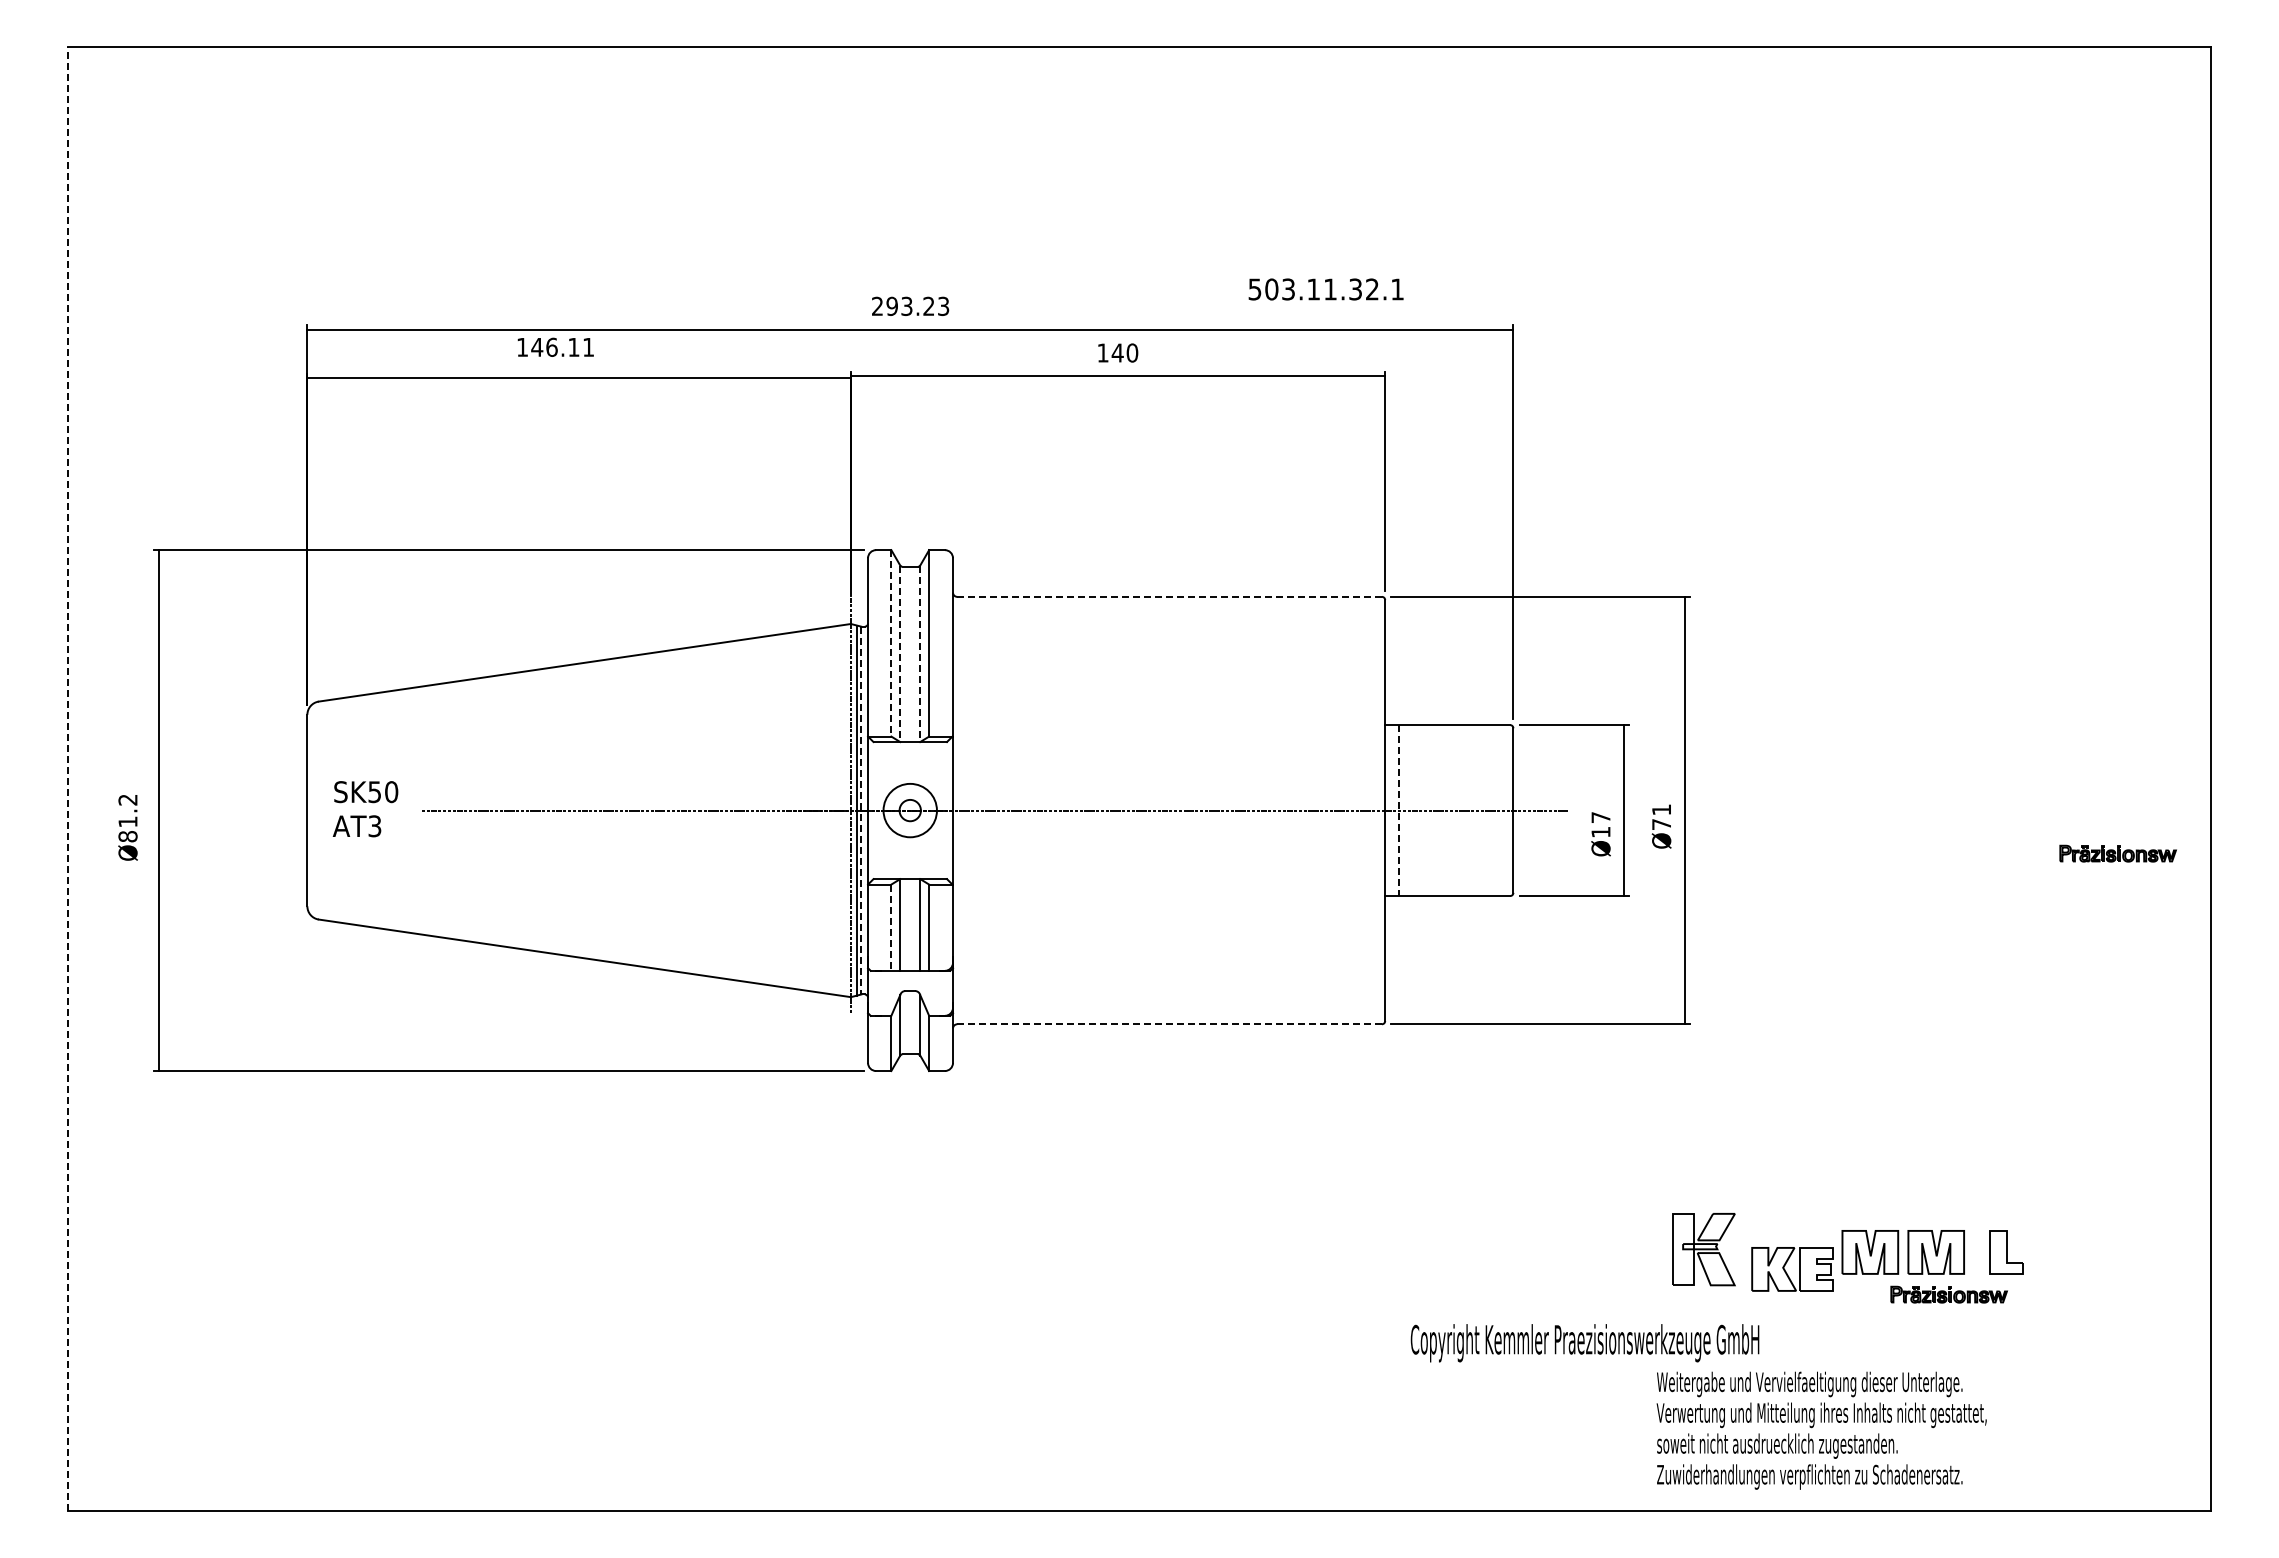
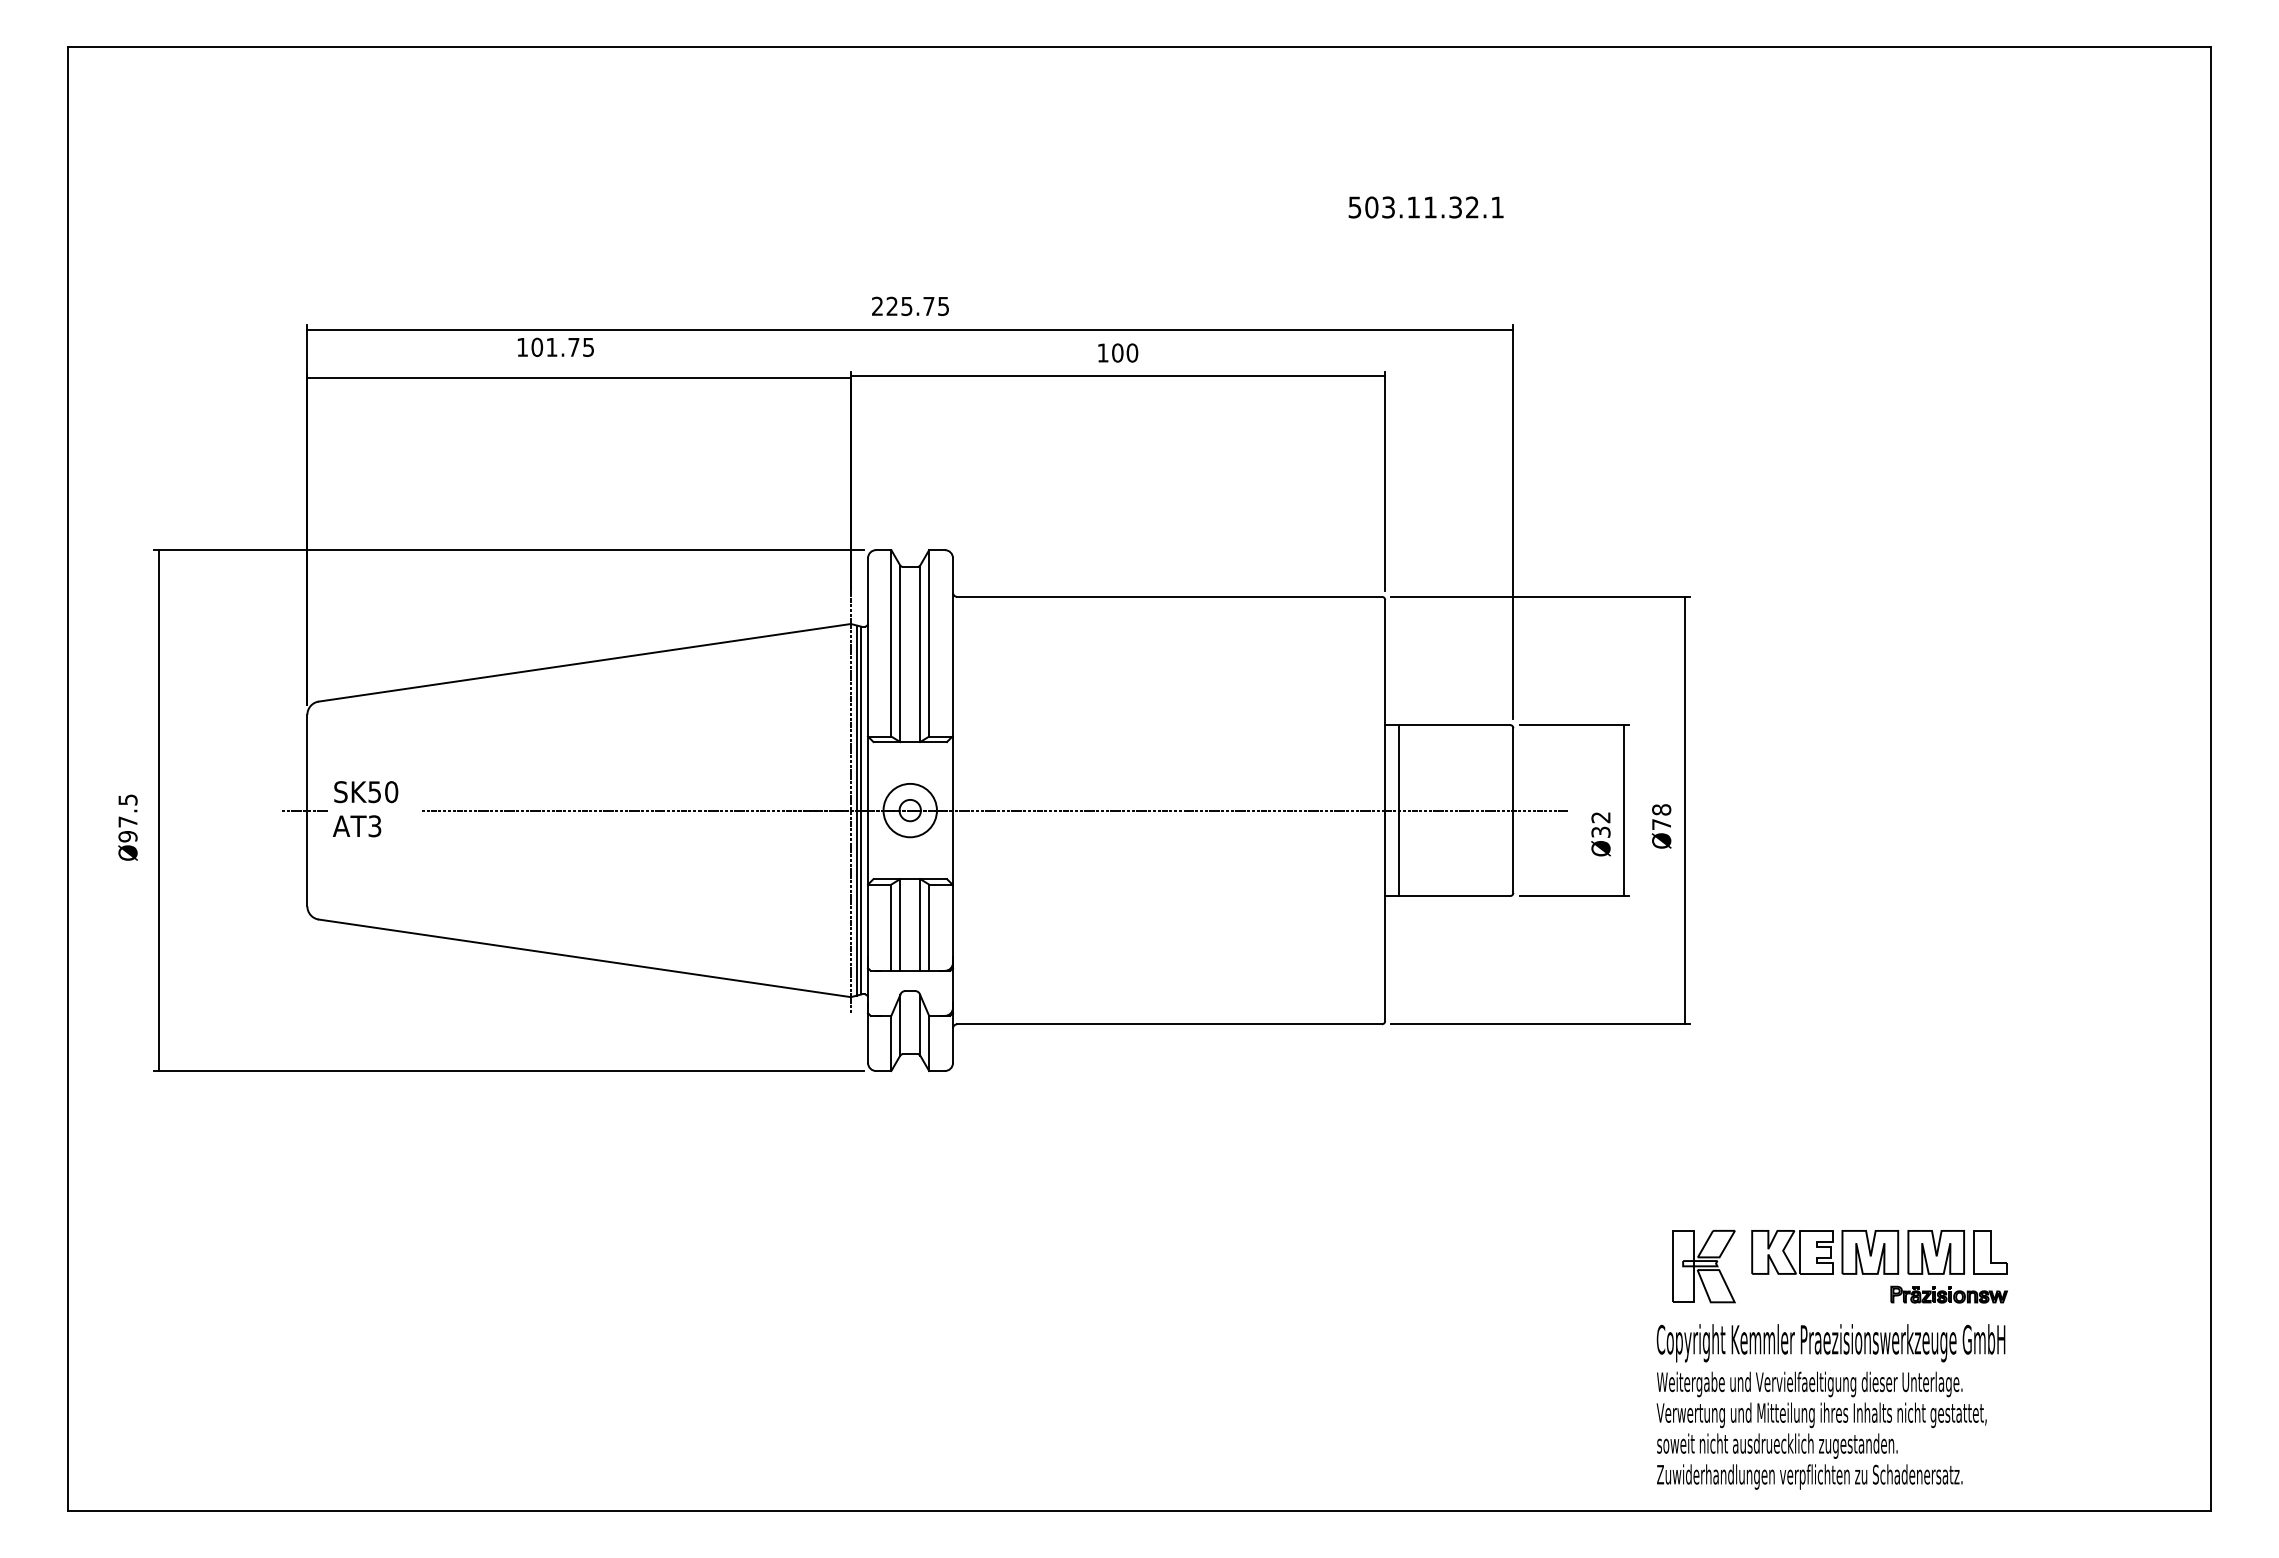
text at (1325, 289) position: (1325, 289) -> (1425, 207)
text at (917, 305): 293.23 -> 225.75
text at (562, 346): 146.11 -> 101.75
text at (1117, 352): 140 -> 100
line at (1169, 596): dashed -> solid
line at (891, 643): dashed -> solid
line at (900, 654): dashed -> solid
line at (920, 654): dashed -> solid
line at (68, 778): dashed -> solid
text at (1661, 809): Ø71 -> Ø78
line at (304, 810): none -> present
line at (861, 810): dashed -> solid
line at (1398, 811): dashed -> solid
text at (127, 818): Ø81.2 -> Ø97.5
text at (1600, 824): Ø17 -> Ø32
part at (2117, 853): present -> none
line at (891, 928): dashed -> solid
line at (1169, 1024): dashed -> solid
part at (1703, 1249) position: (1703, 1249) -> (1703, 1266)
part at (2006, 1252) position: (2006, 1252) -> (1990, 1252)
part at (1786, 1271) position: (1786, 1271) -> (1786, 1254)
text at (1584, 1343) position: (1584, 1343) -> (1830, 1343)
